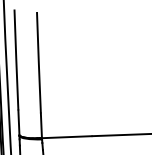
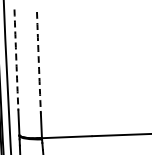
arc at (16, 59): solid -> dashed
arc at (38, 62): solid -> dashed
